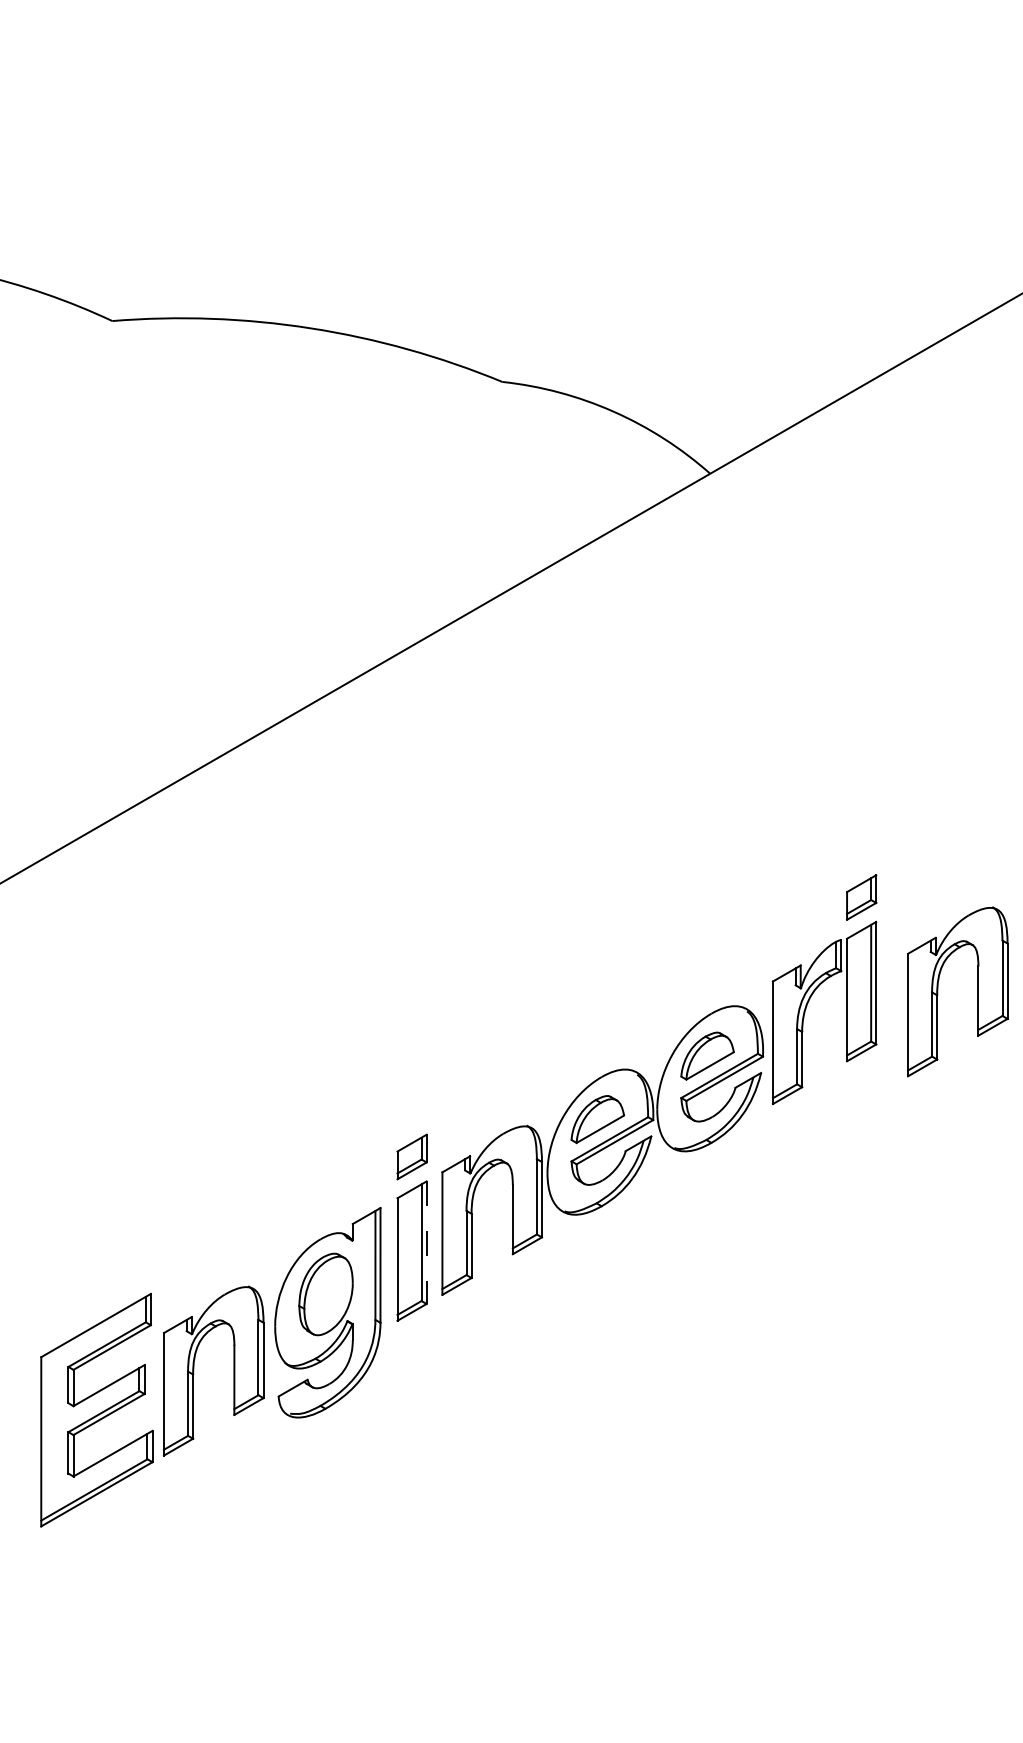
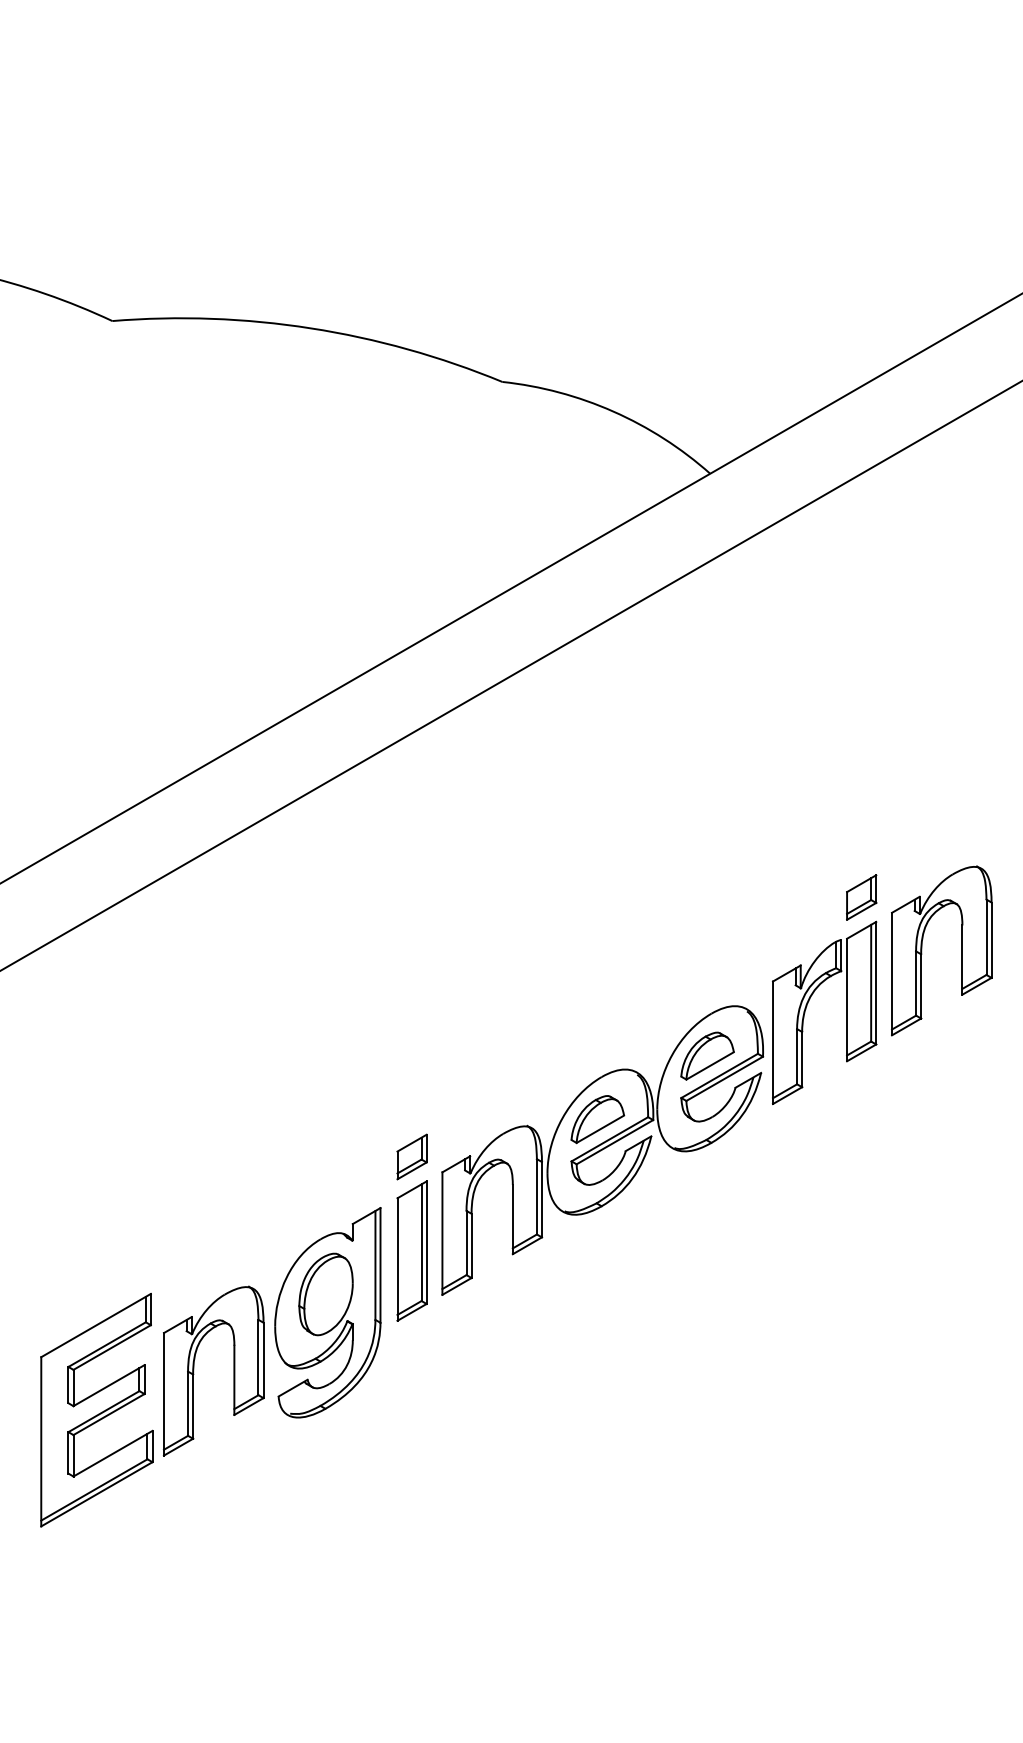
line at (510, 675): none -> present
part at (938, 991) position: (938, 991) -> (922, 950)
line at (426, 1243): dashed -> solid
